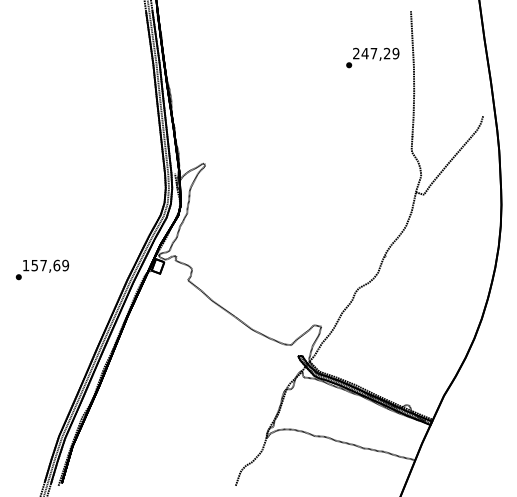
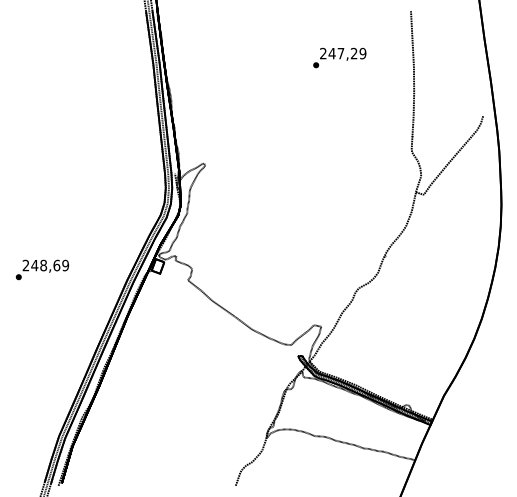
text at (372, 57) position: (372, 57) -> (339, 57)
text at (34, 265): 157,69 -> 248,69
